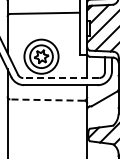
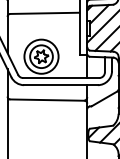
line at (61, 78): dashed -> solid
line at (46, 100): dashed -> solid
